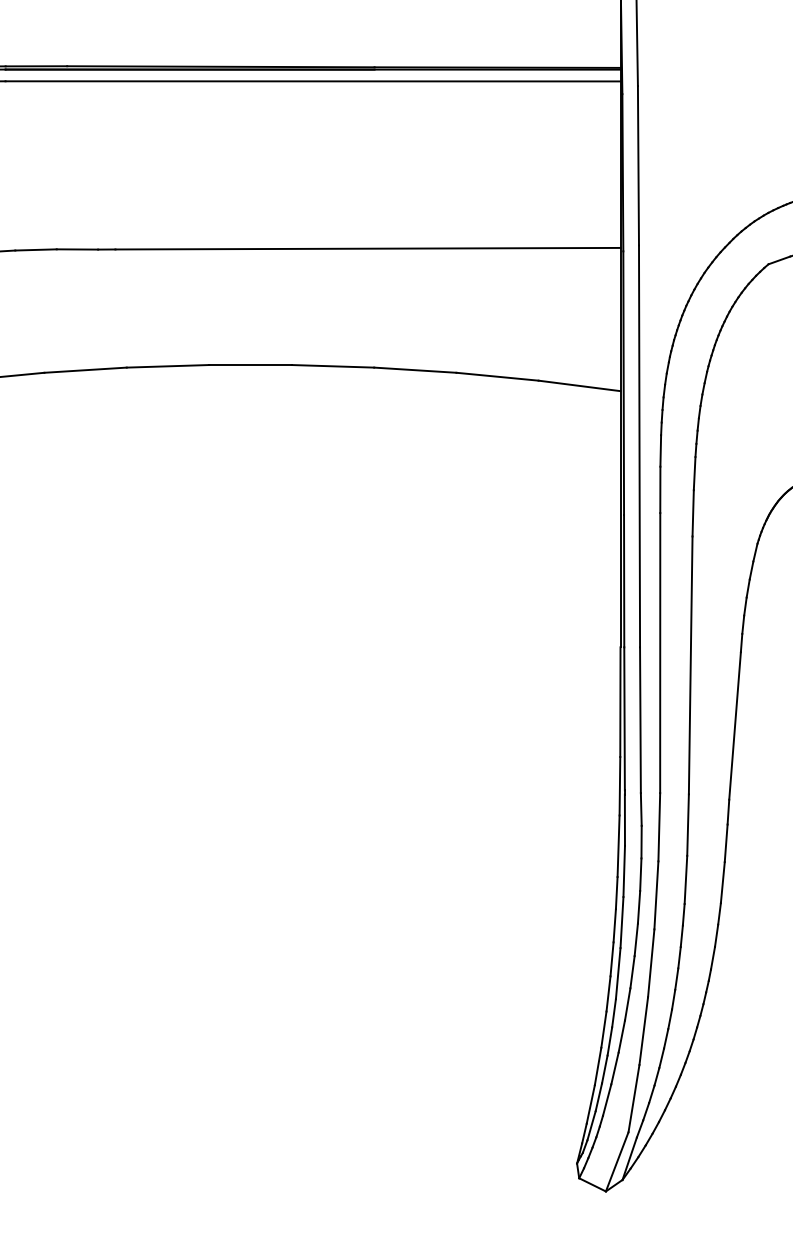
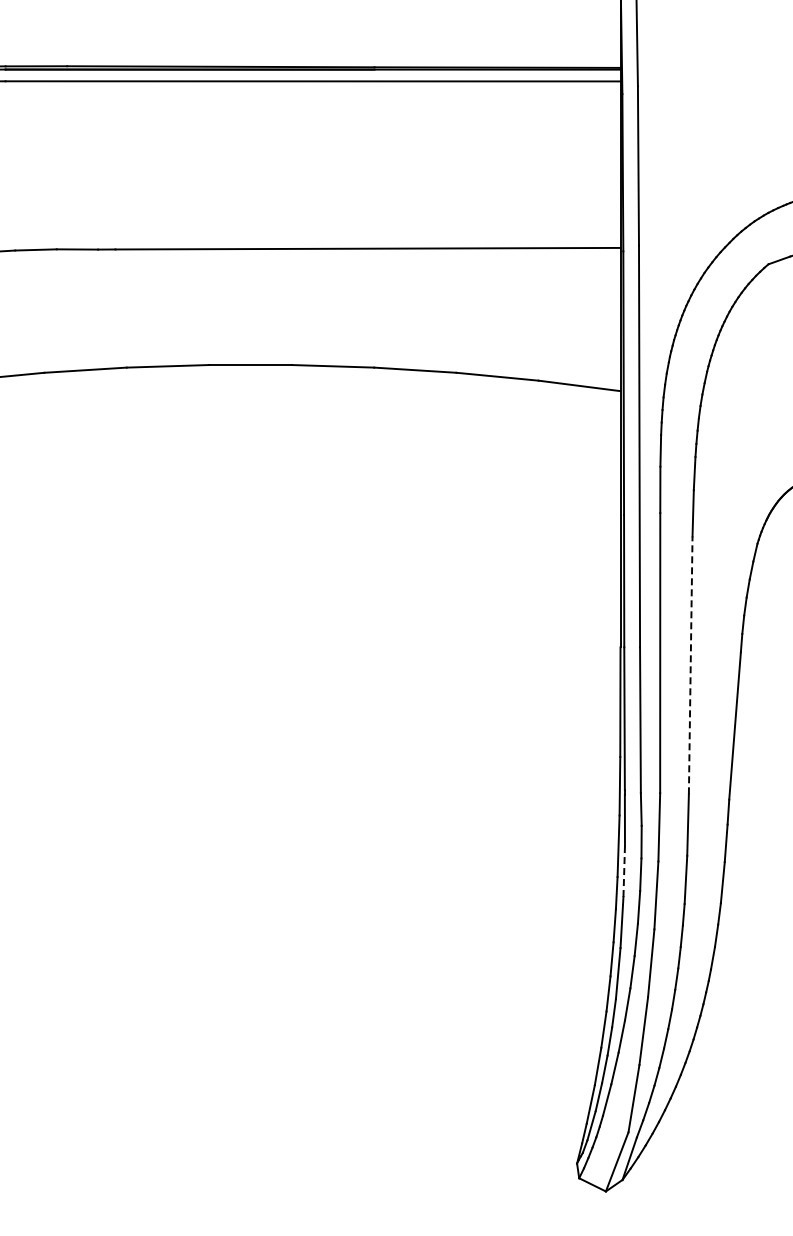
line at (690, 665): solid -> dashed
line at (624, 871): solid -> dashed
